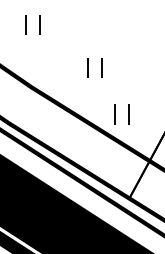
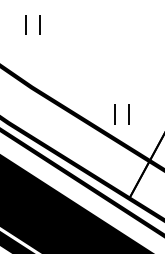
part at (94, 67): present -> none
